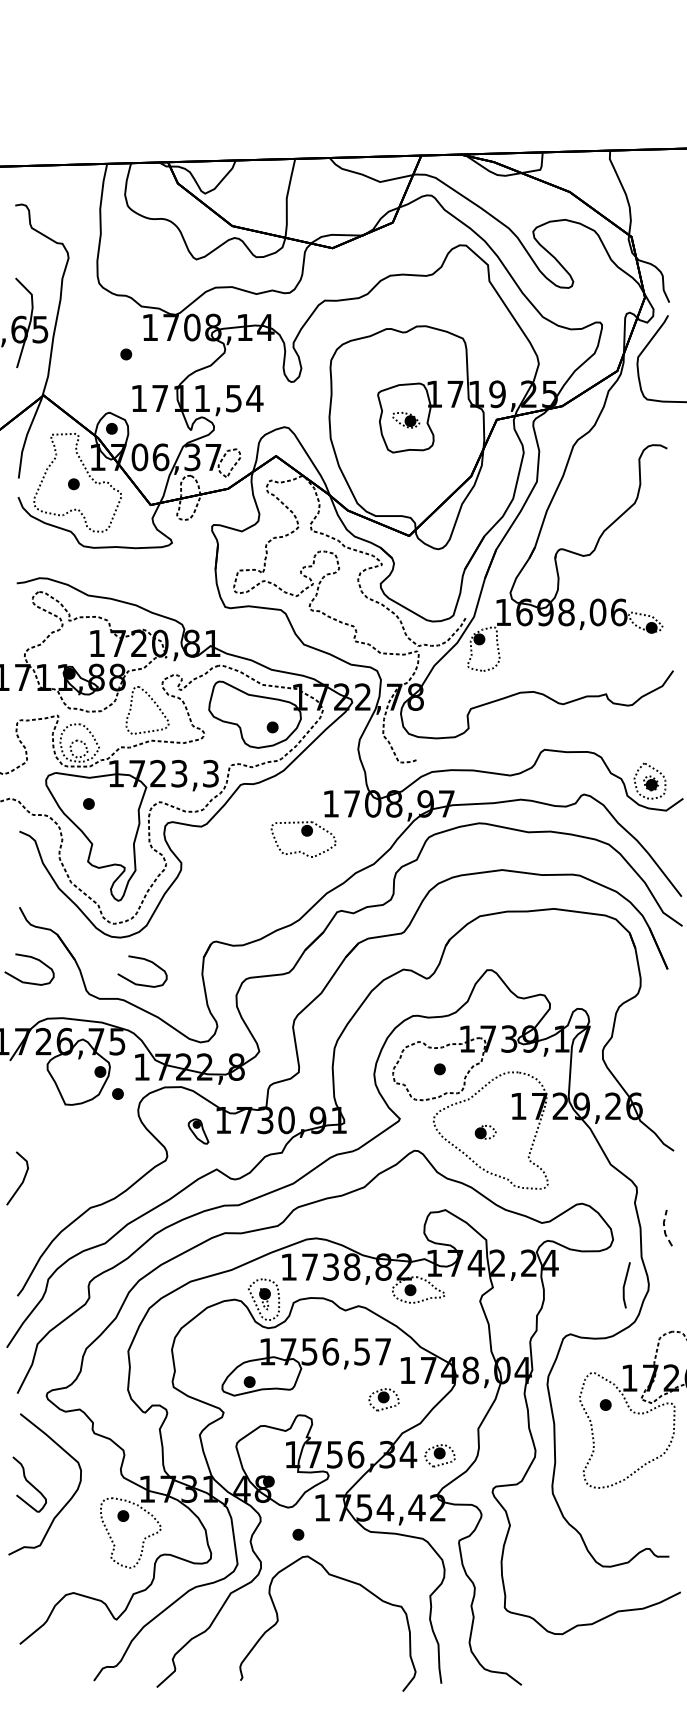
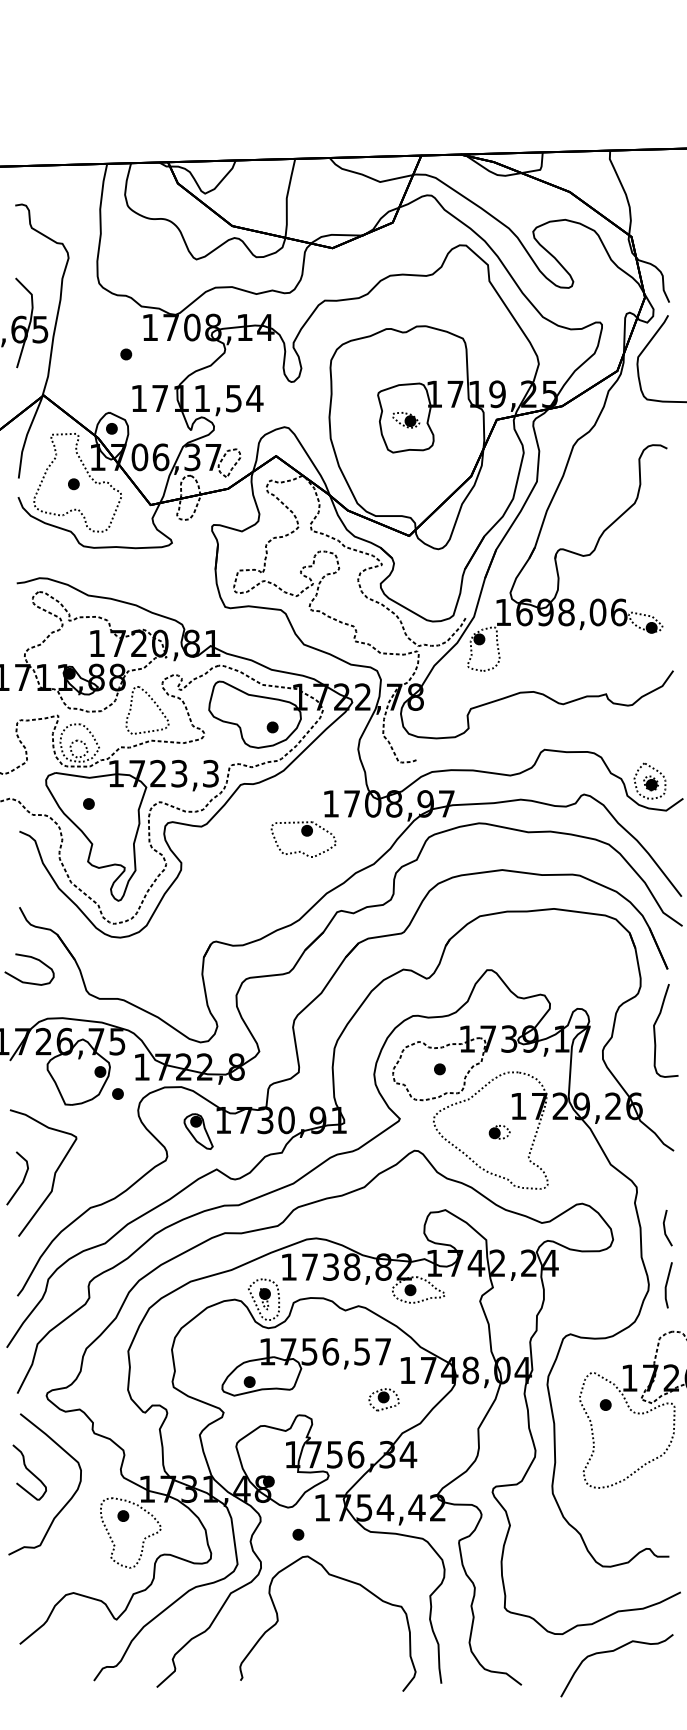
curve at (144, 960): present -> none
curve at (655, 1030): none -> present
part at (198, 1131) size: 23x27 px -> 31x37 px
part at (485, 1132) position: (485, 1132) -> (499, 1132)
curve at (53, 1176): none -> present
line at (664, 1228): dashed -> solid
line at (625, 1285) position: (625, 1285) -> (667, 1285)
part at (439, 1455): present -> none
curve at (29, 1484) position: (29, 1484) -> (29, 1472)
curve at (614, 1651): none -> present
